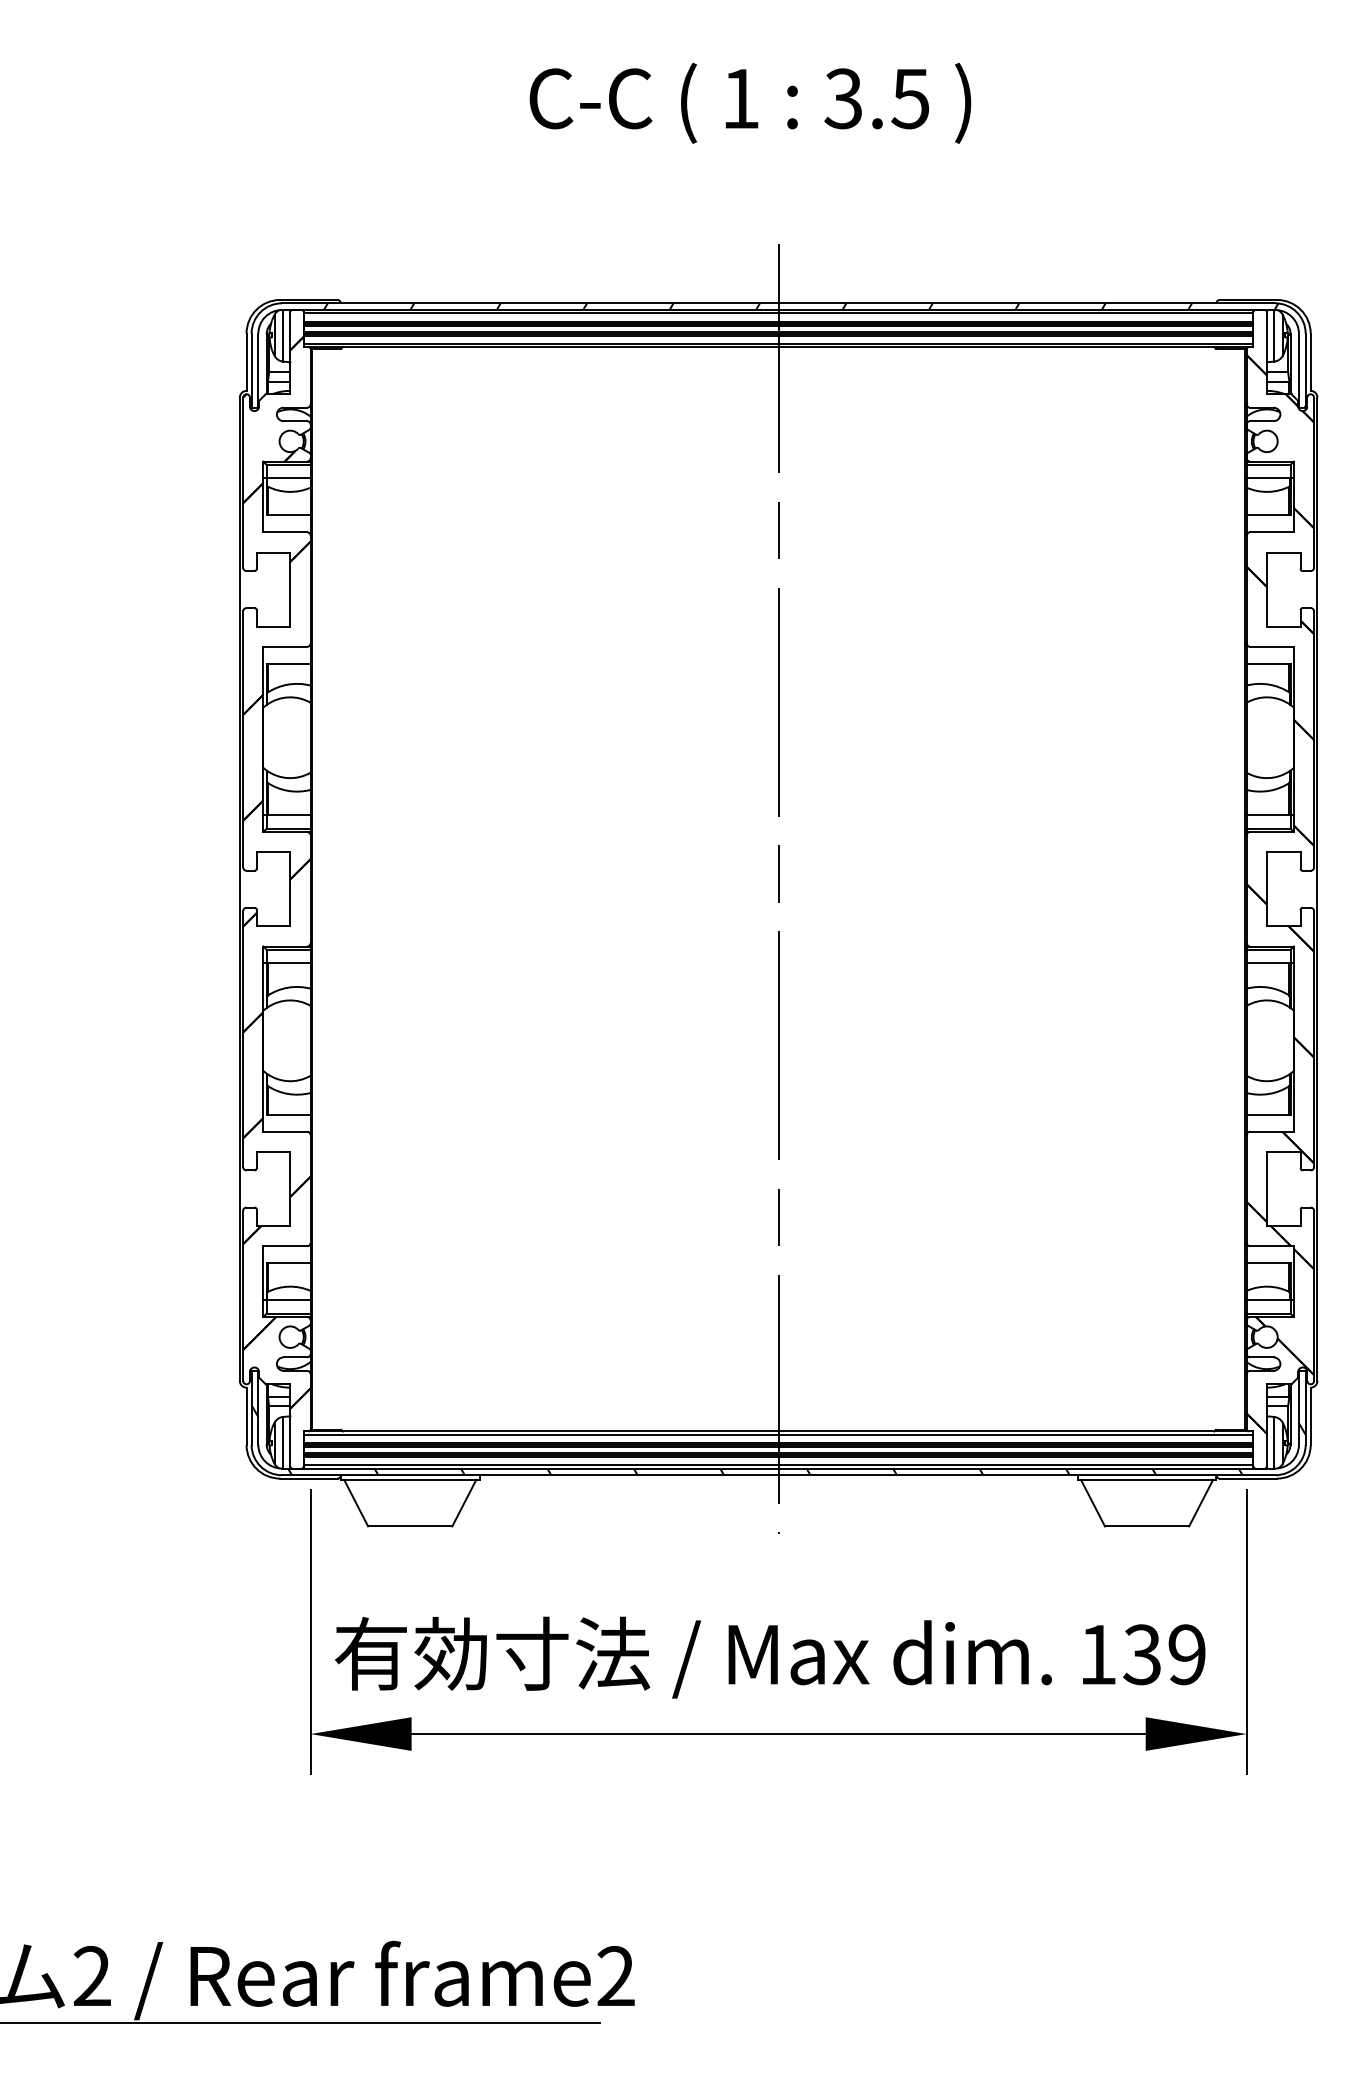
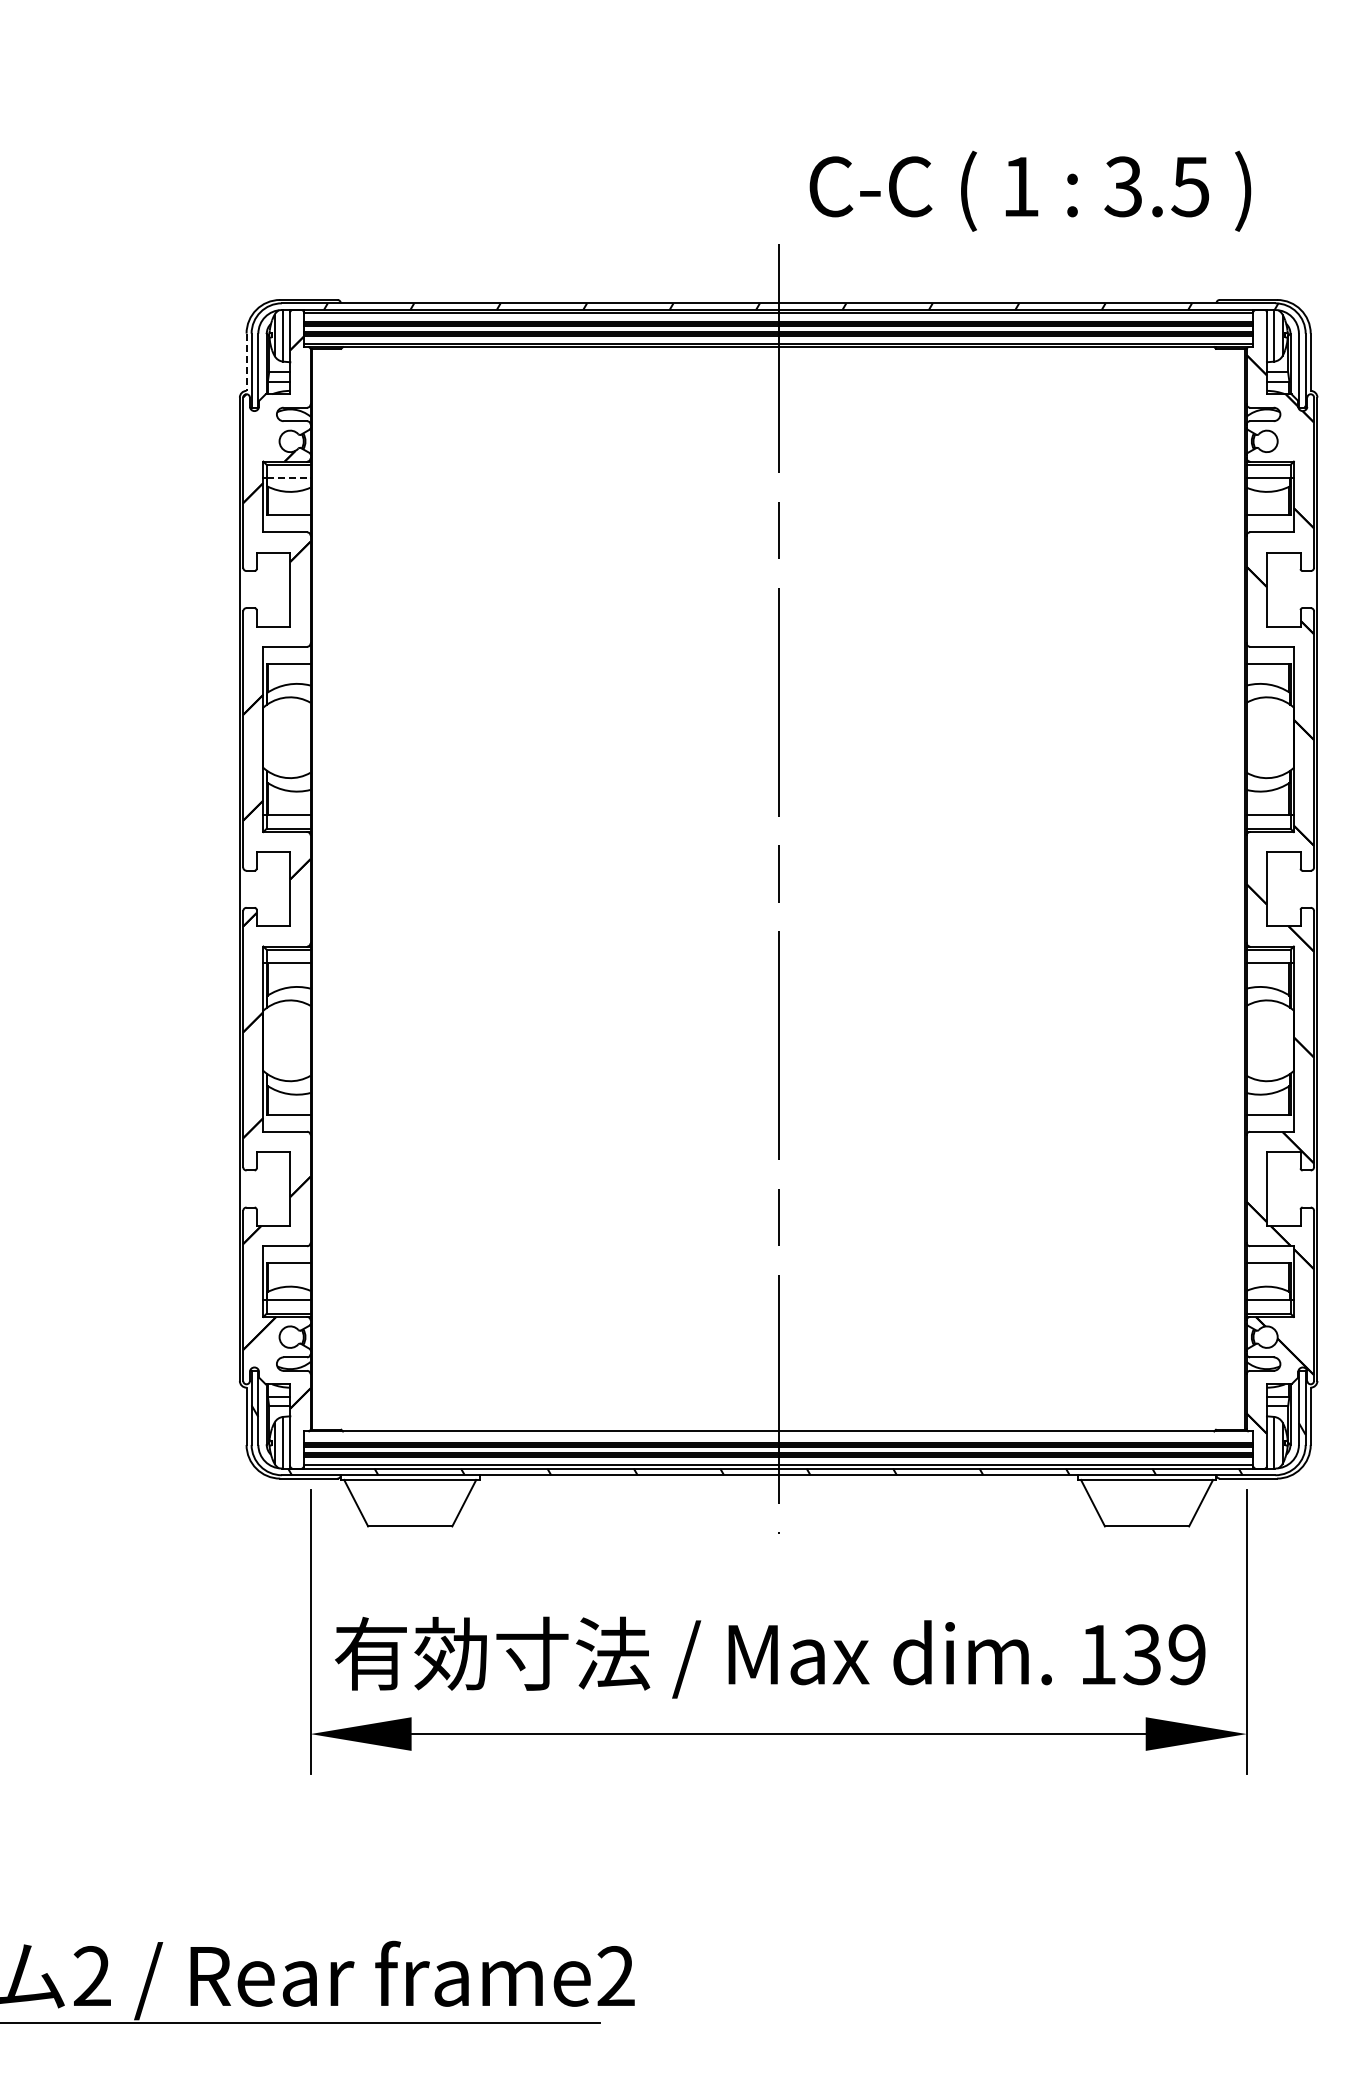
text at (750, 102) position: (750, 102) -> (1030, 190)
line at (246, 362): solid -> dashed
line at (288, 478): solid -> dashed
line at (778, 1434): present -> none
